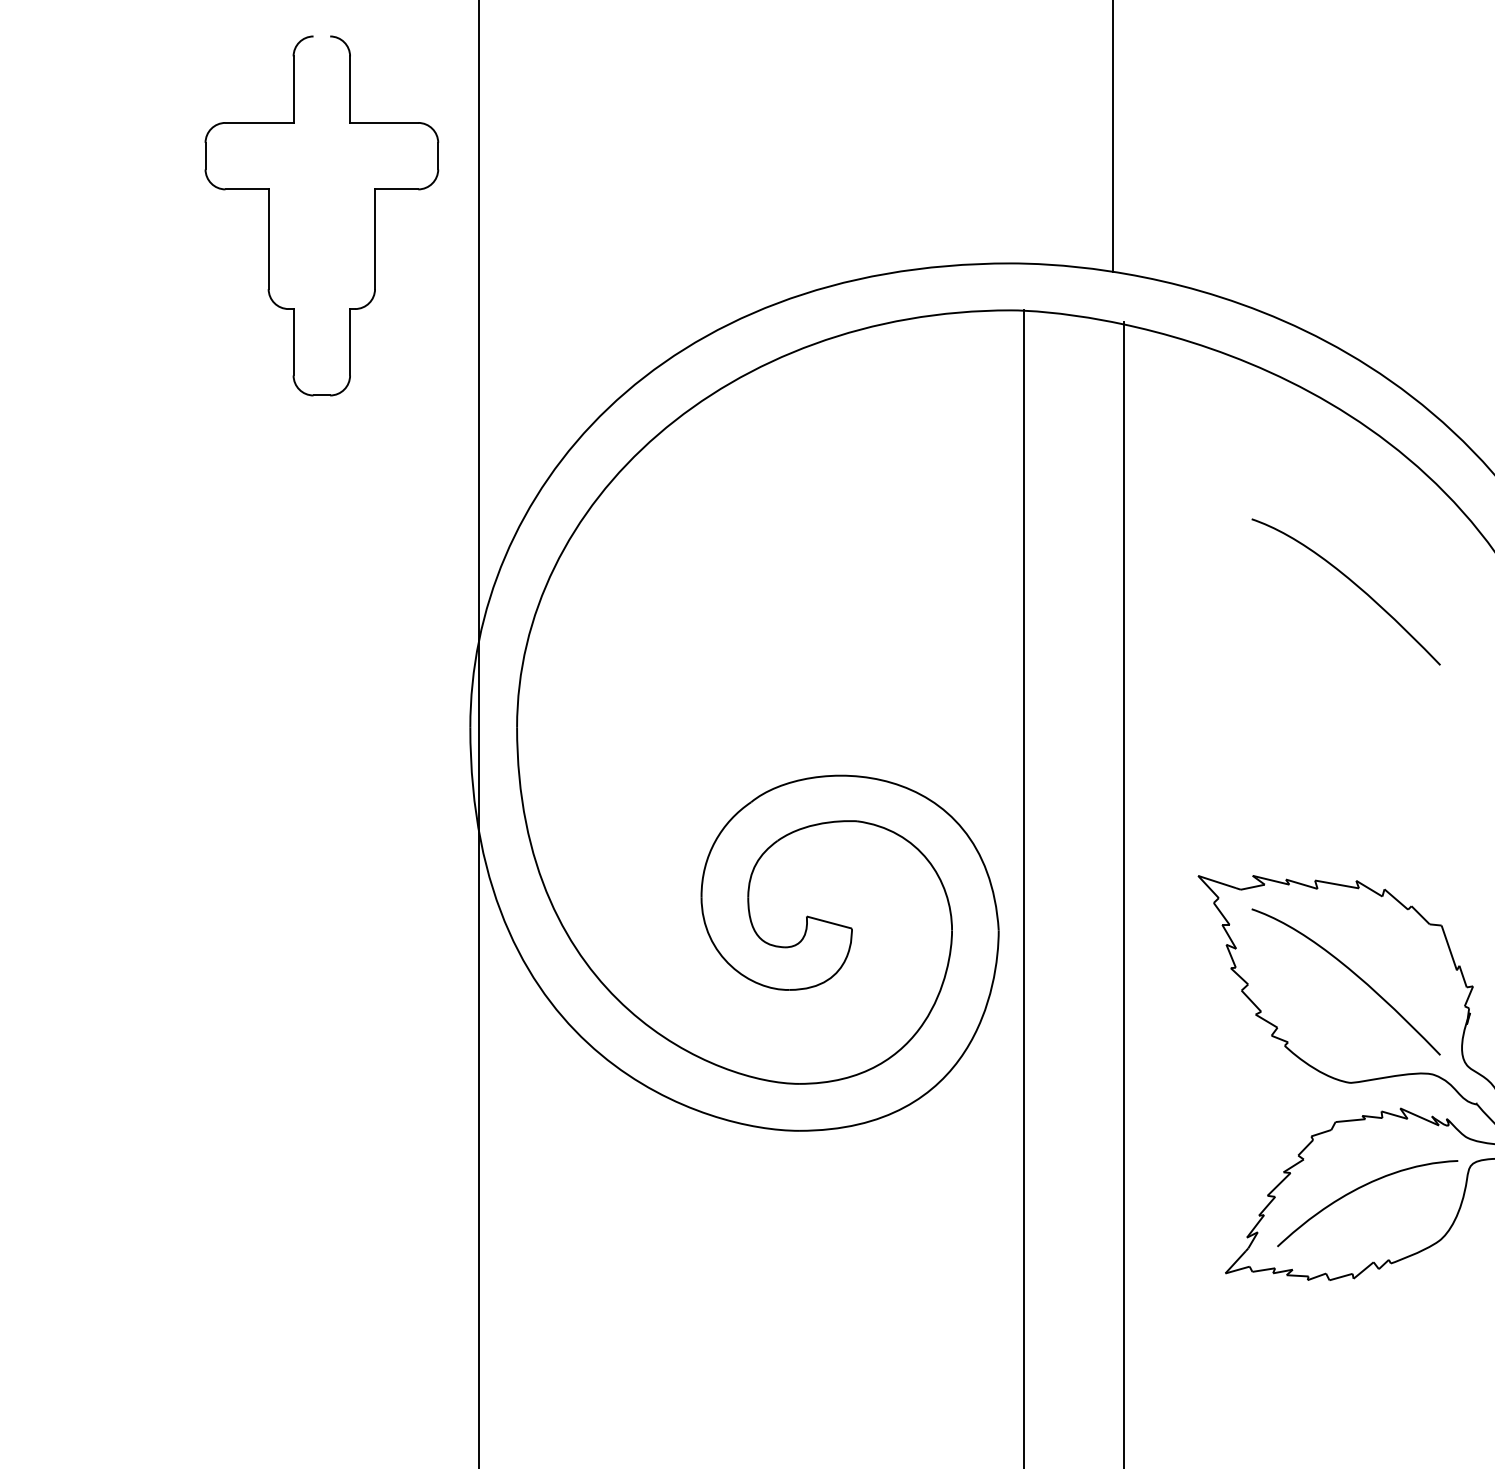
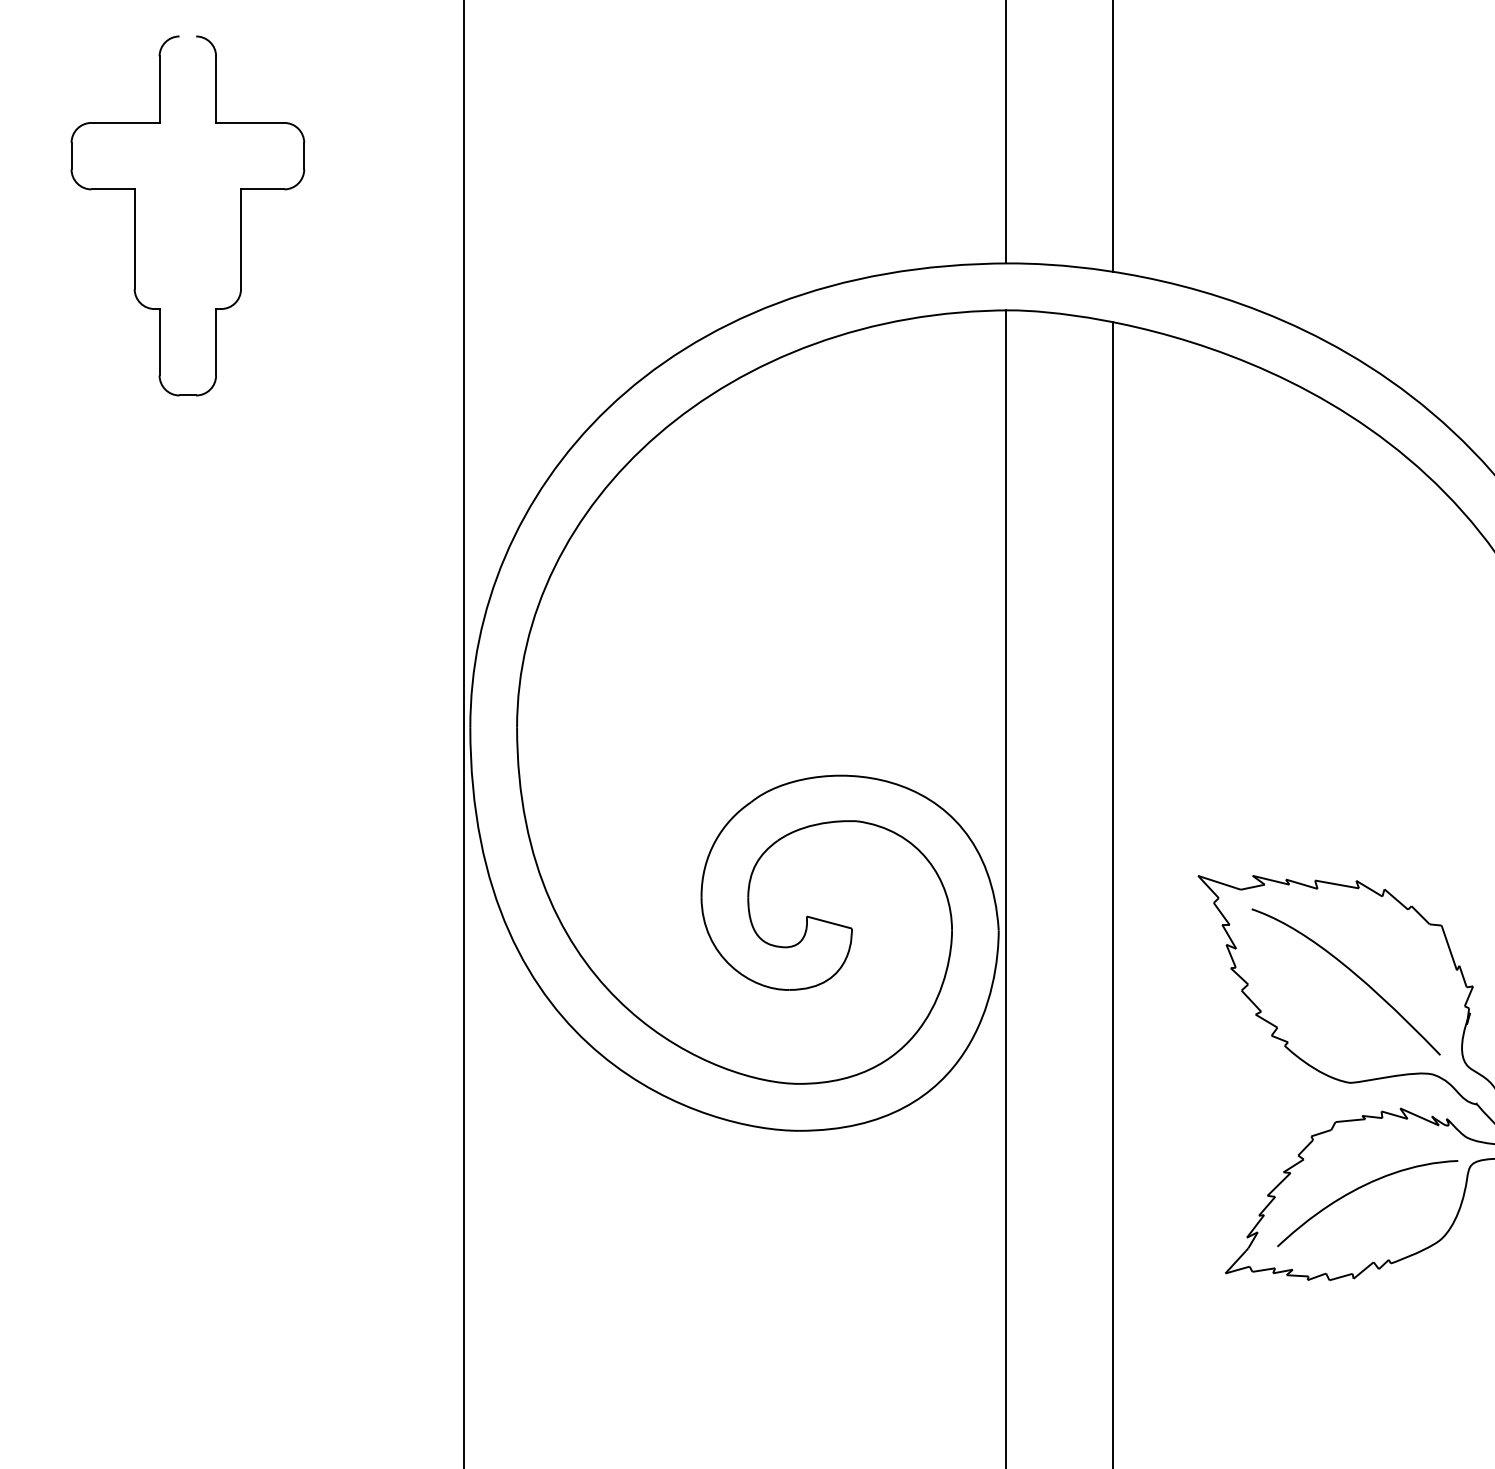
line at (1006, 132): none -> present
part at (269, 215) position: (269, 215) -> (135, 215)
curve at (1351, 582): present -> none
line at (478, 733) position: (478, 733) -> (463, 733)
line at (1024, 887) position: (1024, 887) -> (1006, 887)
line at (1123, 893) position: (1123, 893) -> (1112, 893)
